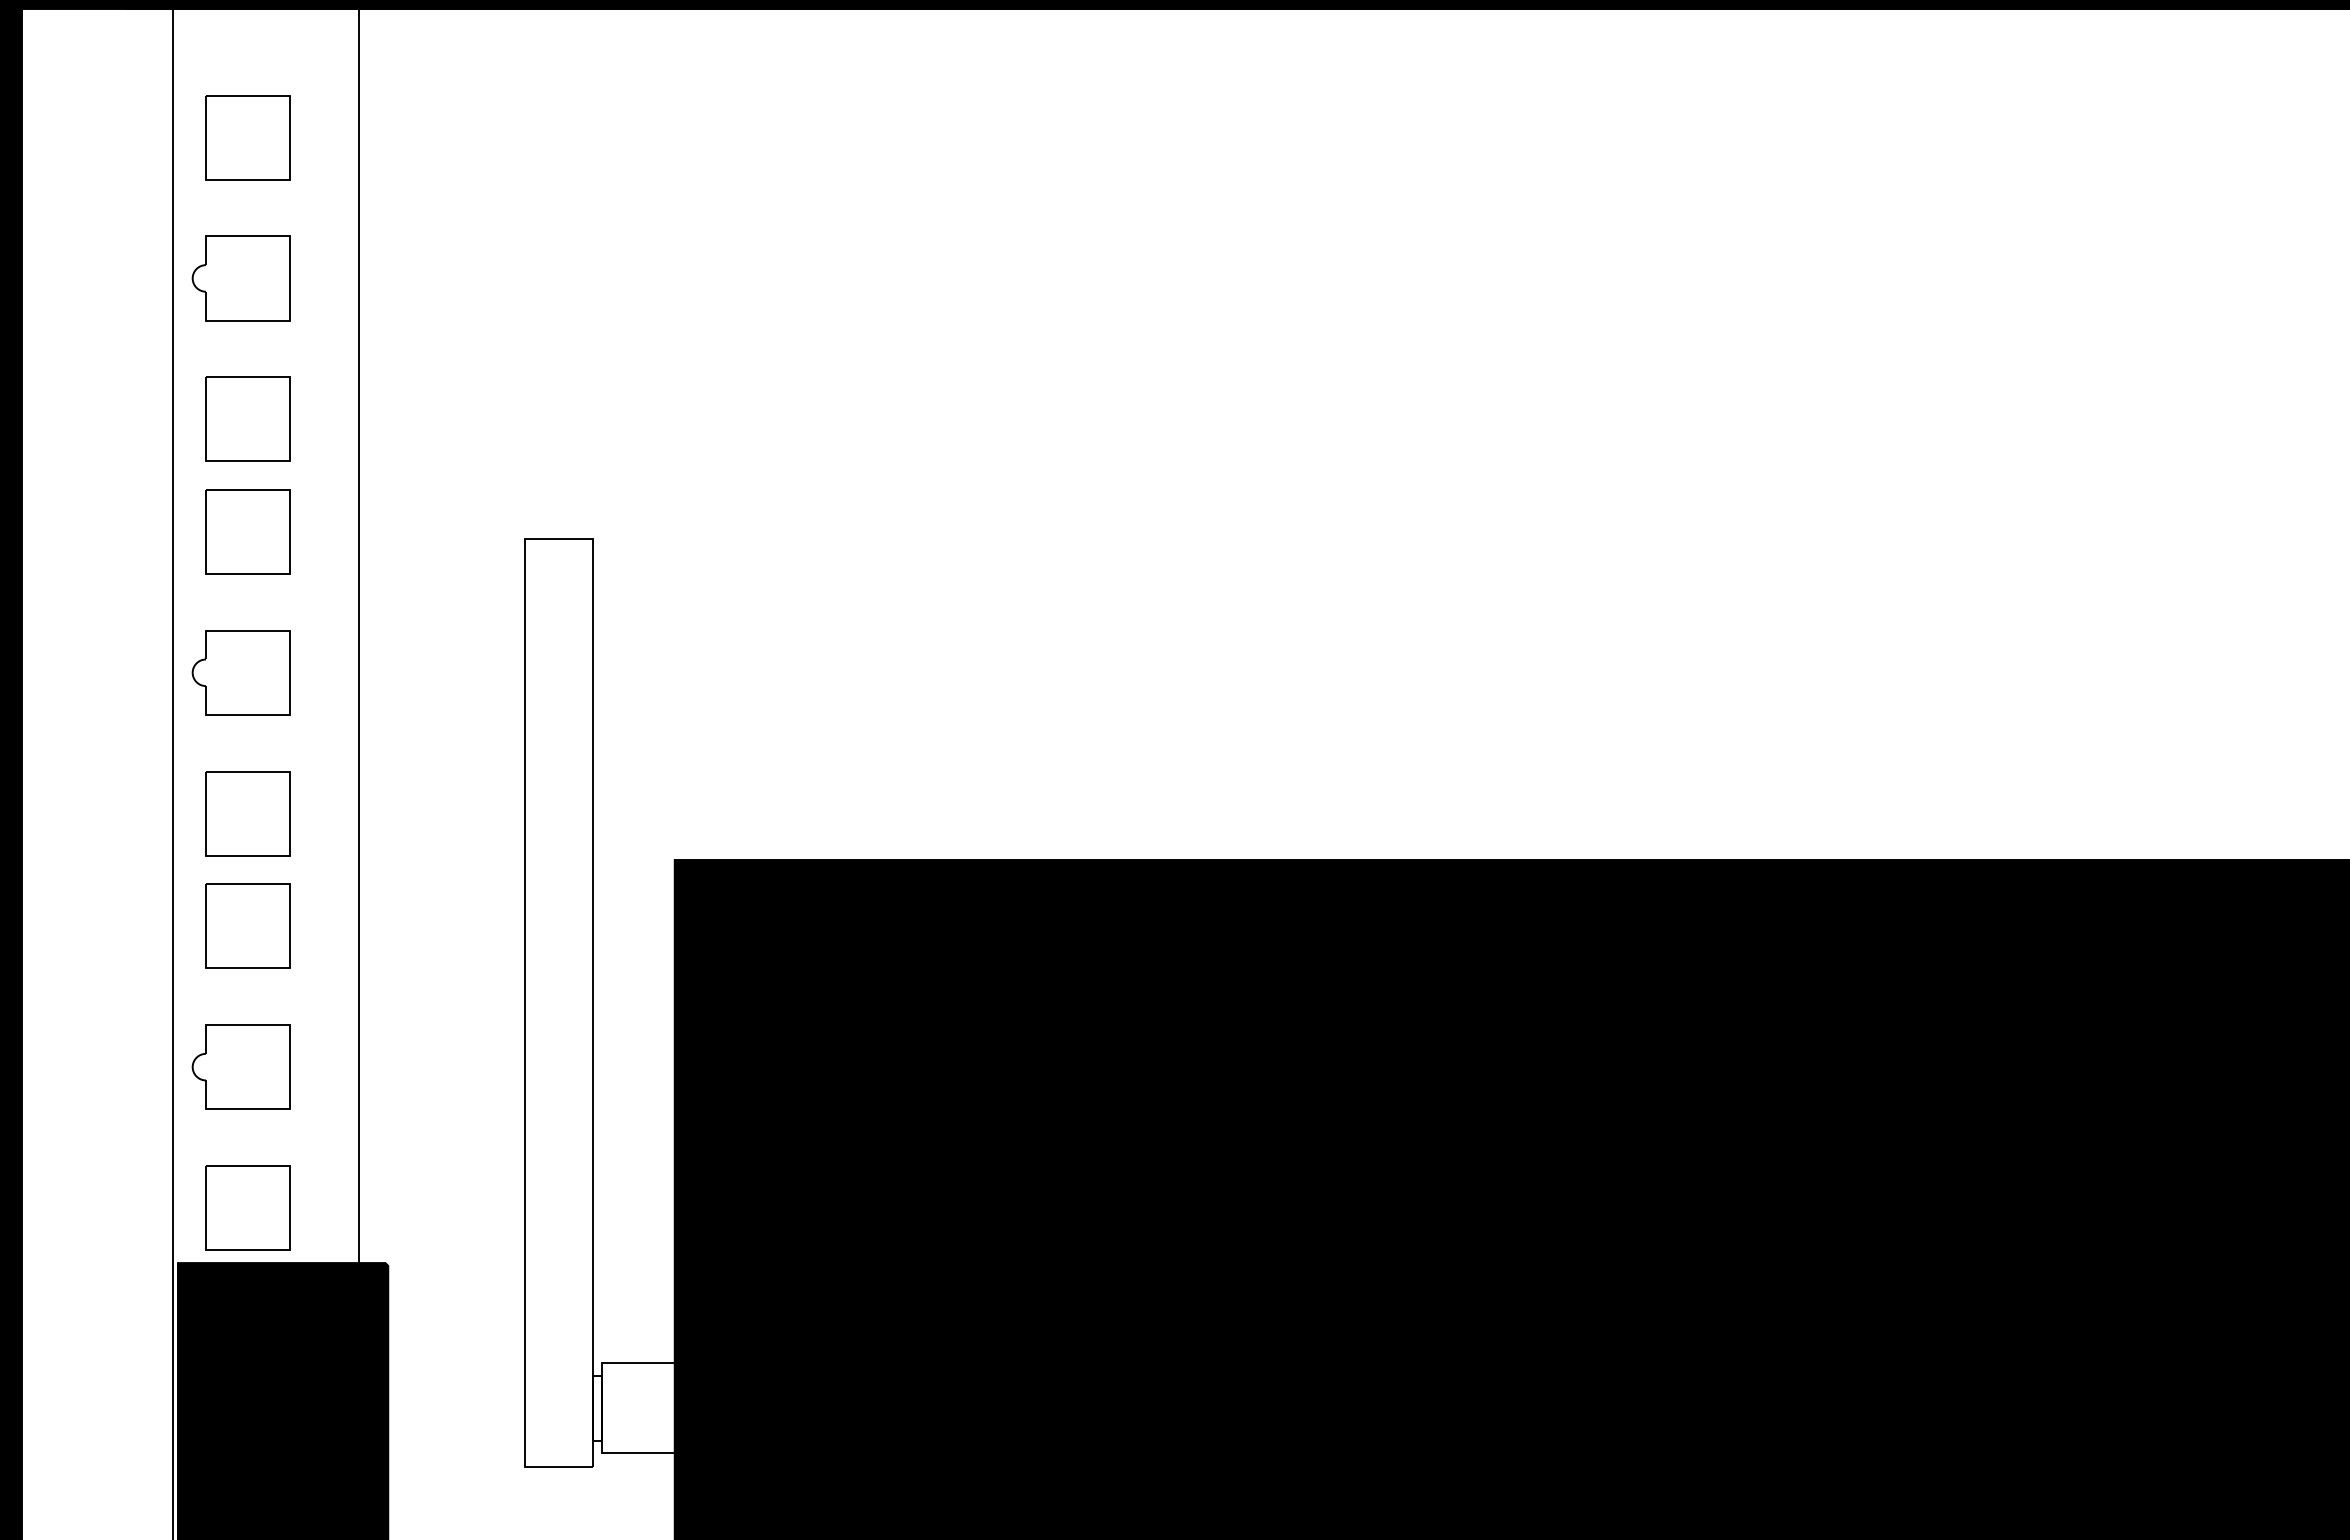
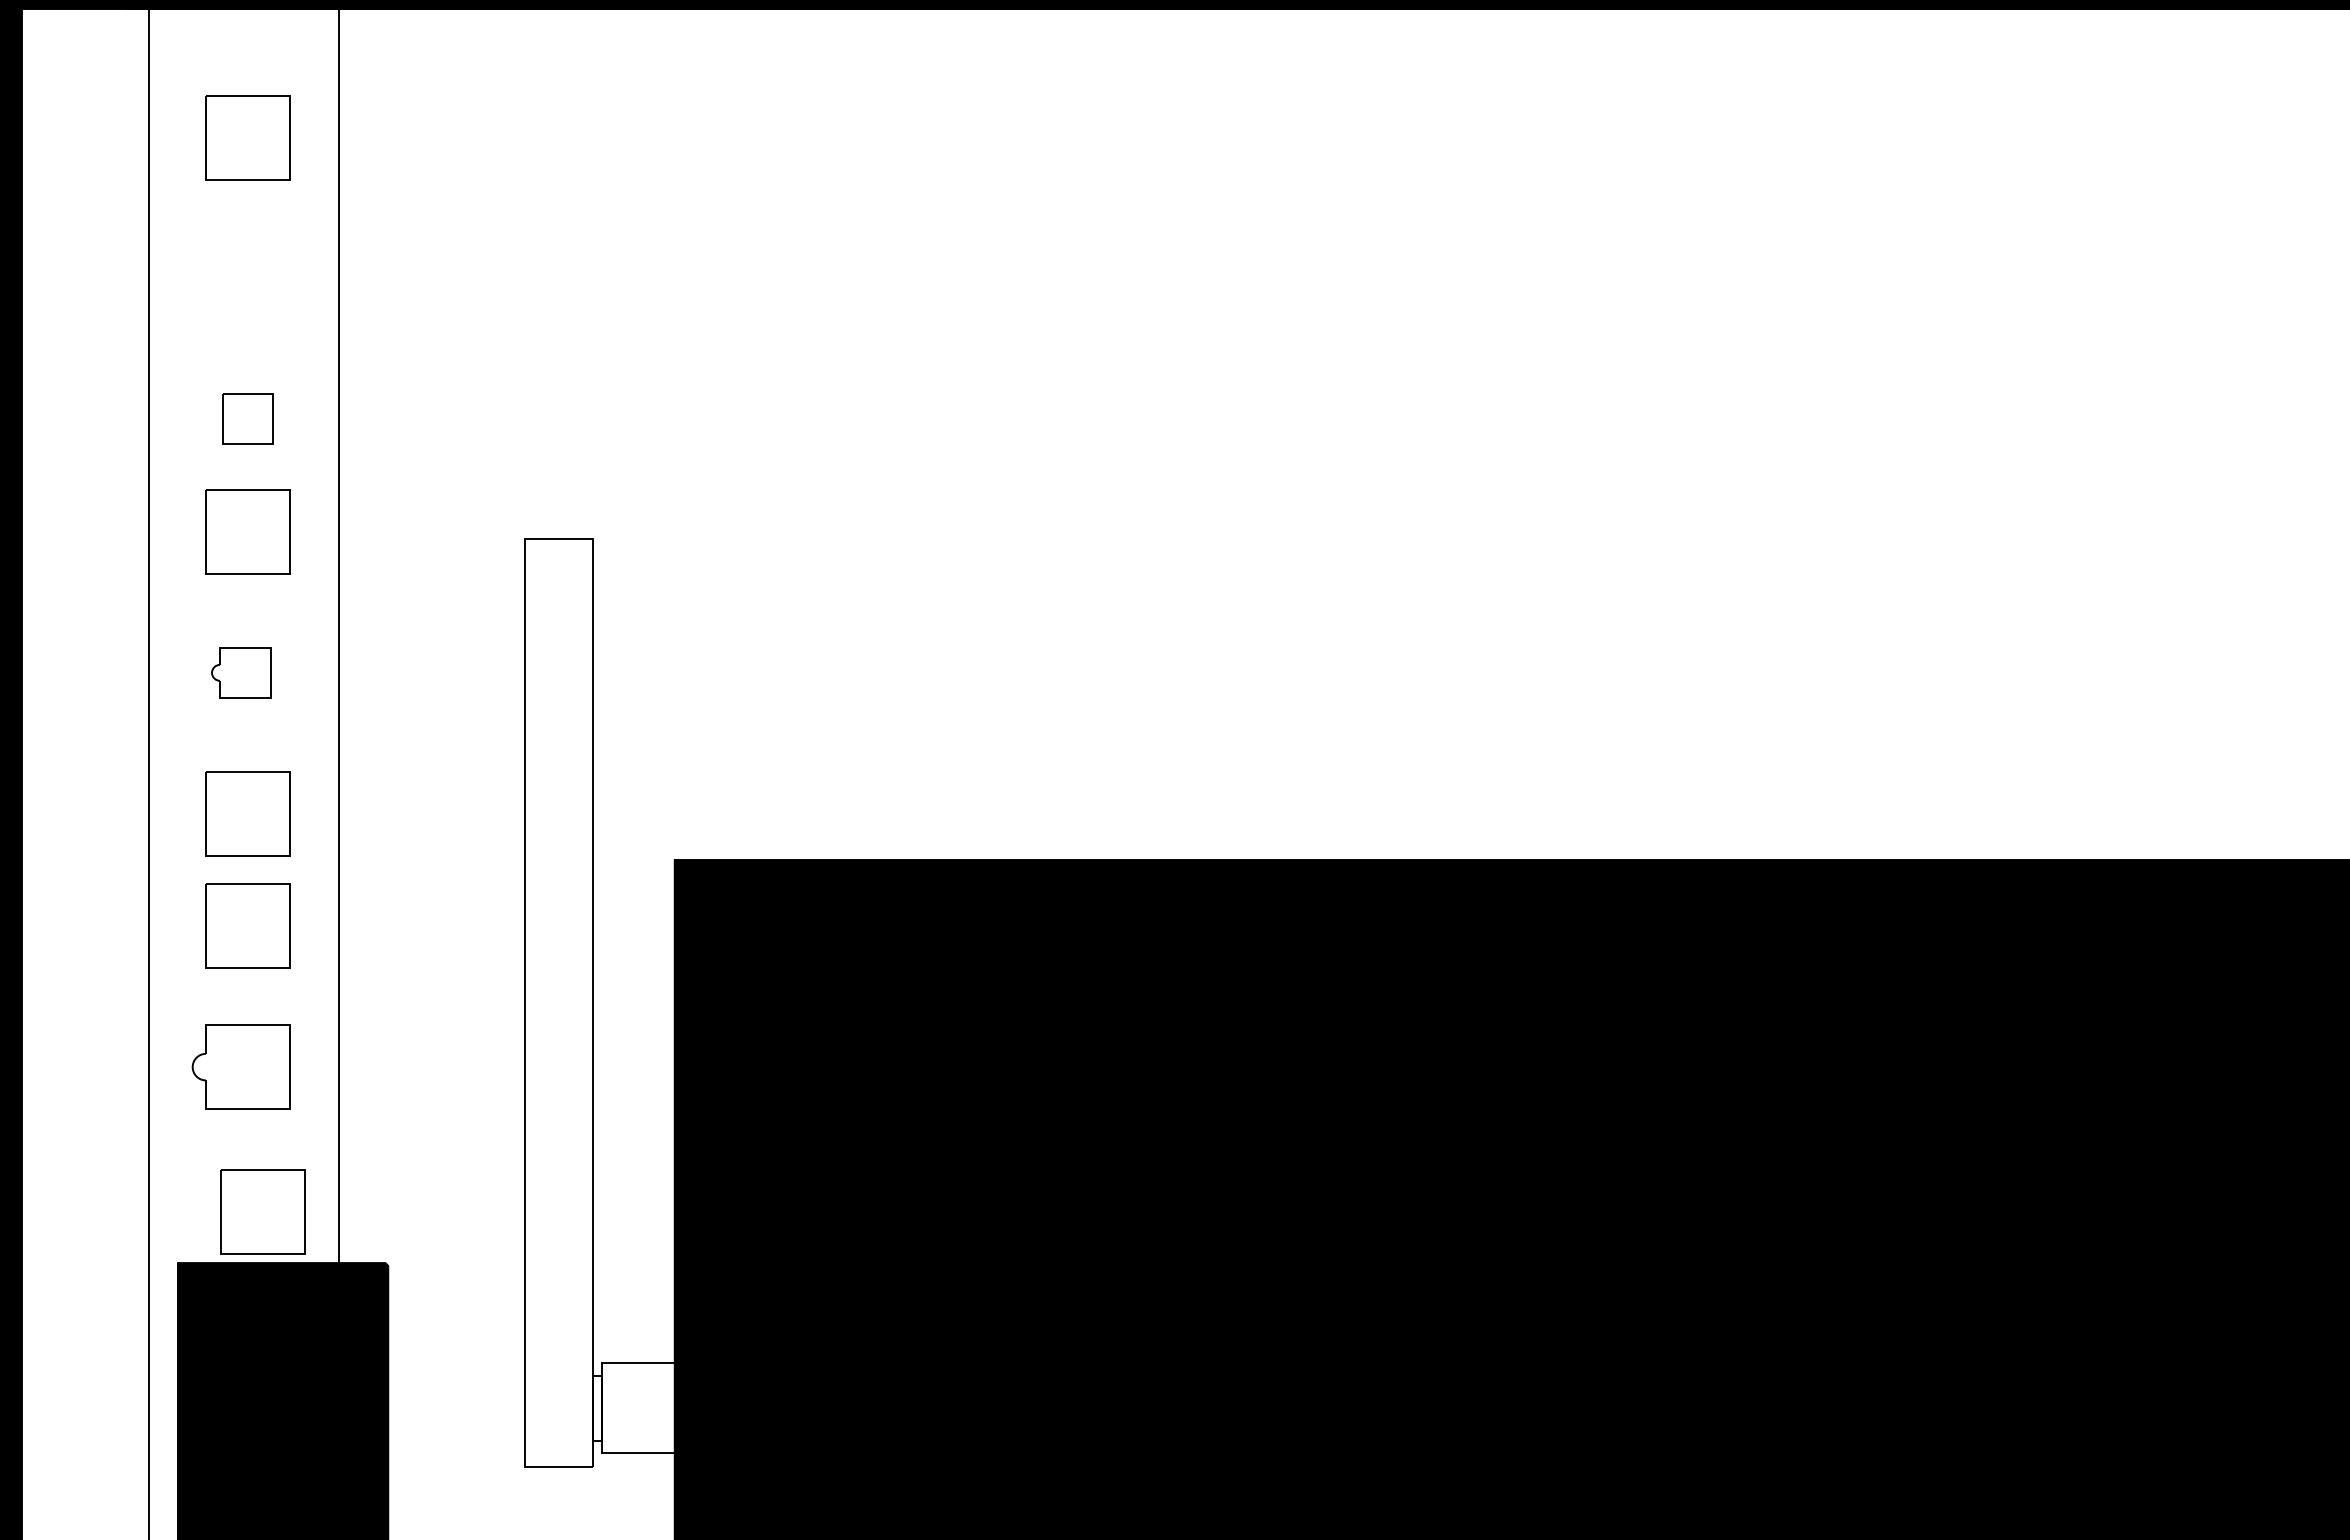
part at (240, 278): present -> none
part at (247, 418) size: 86x86 px -> 52x52 px
line at (359, 635) position: (359, 635) -> (339, 635)
part at (240, 672) size: 100x86 px -> 61x52 px
line at (172, 772) position: (172, 772) -> (148, 772)
part at (247, 1207) position: (247, 1207) -> (262, 1211)
